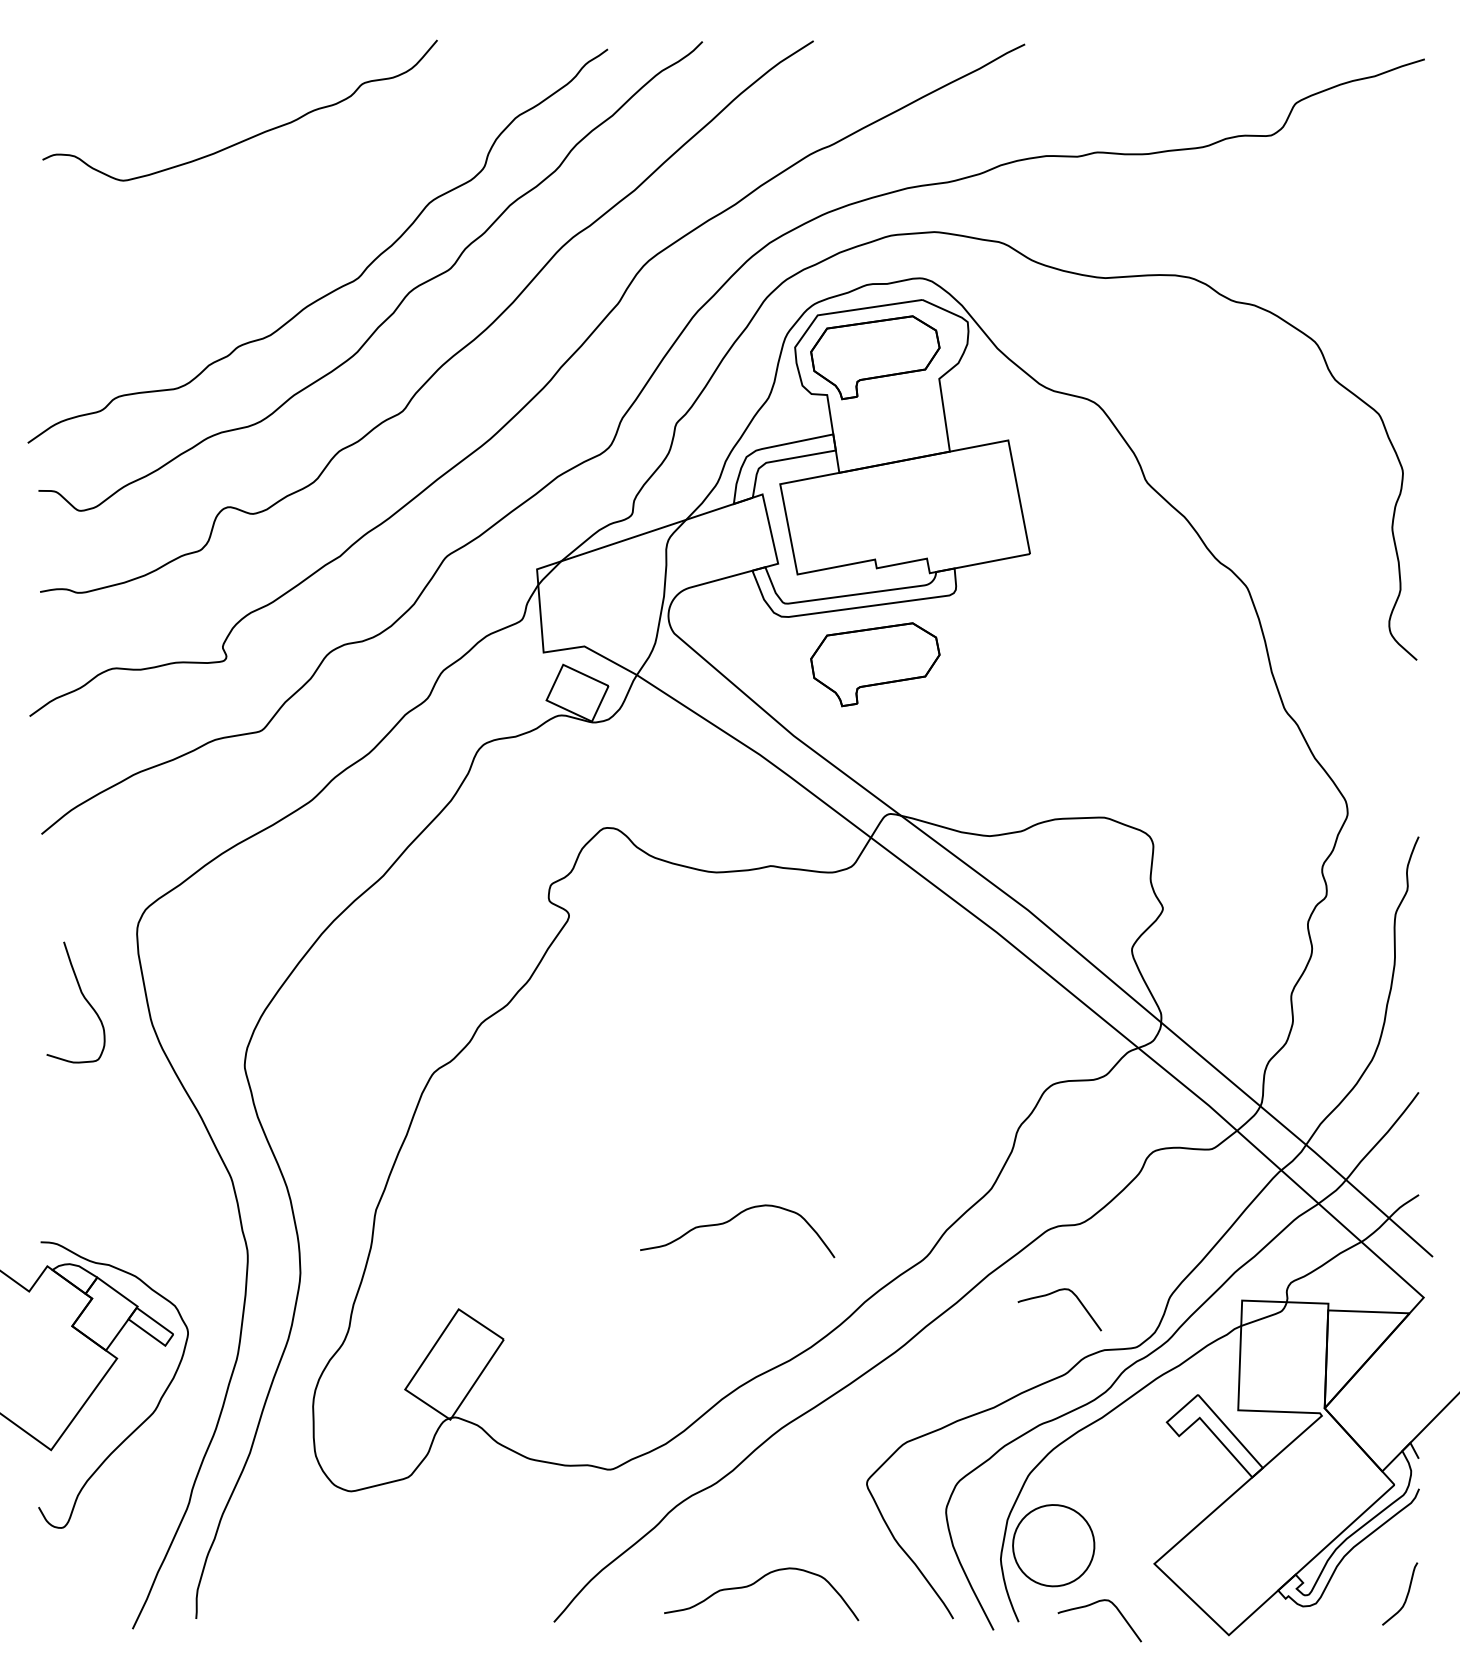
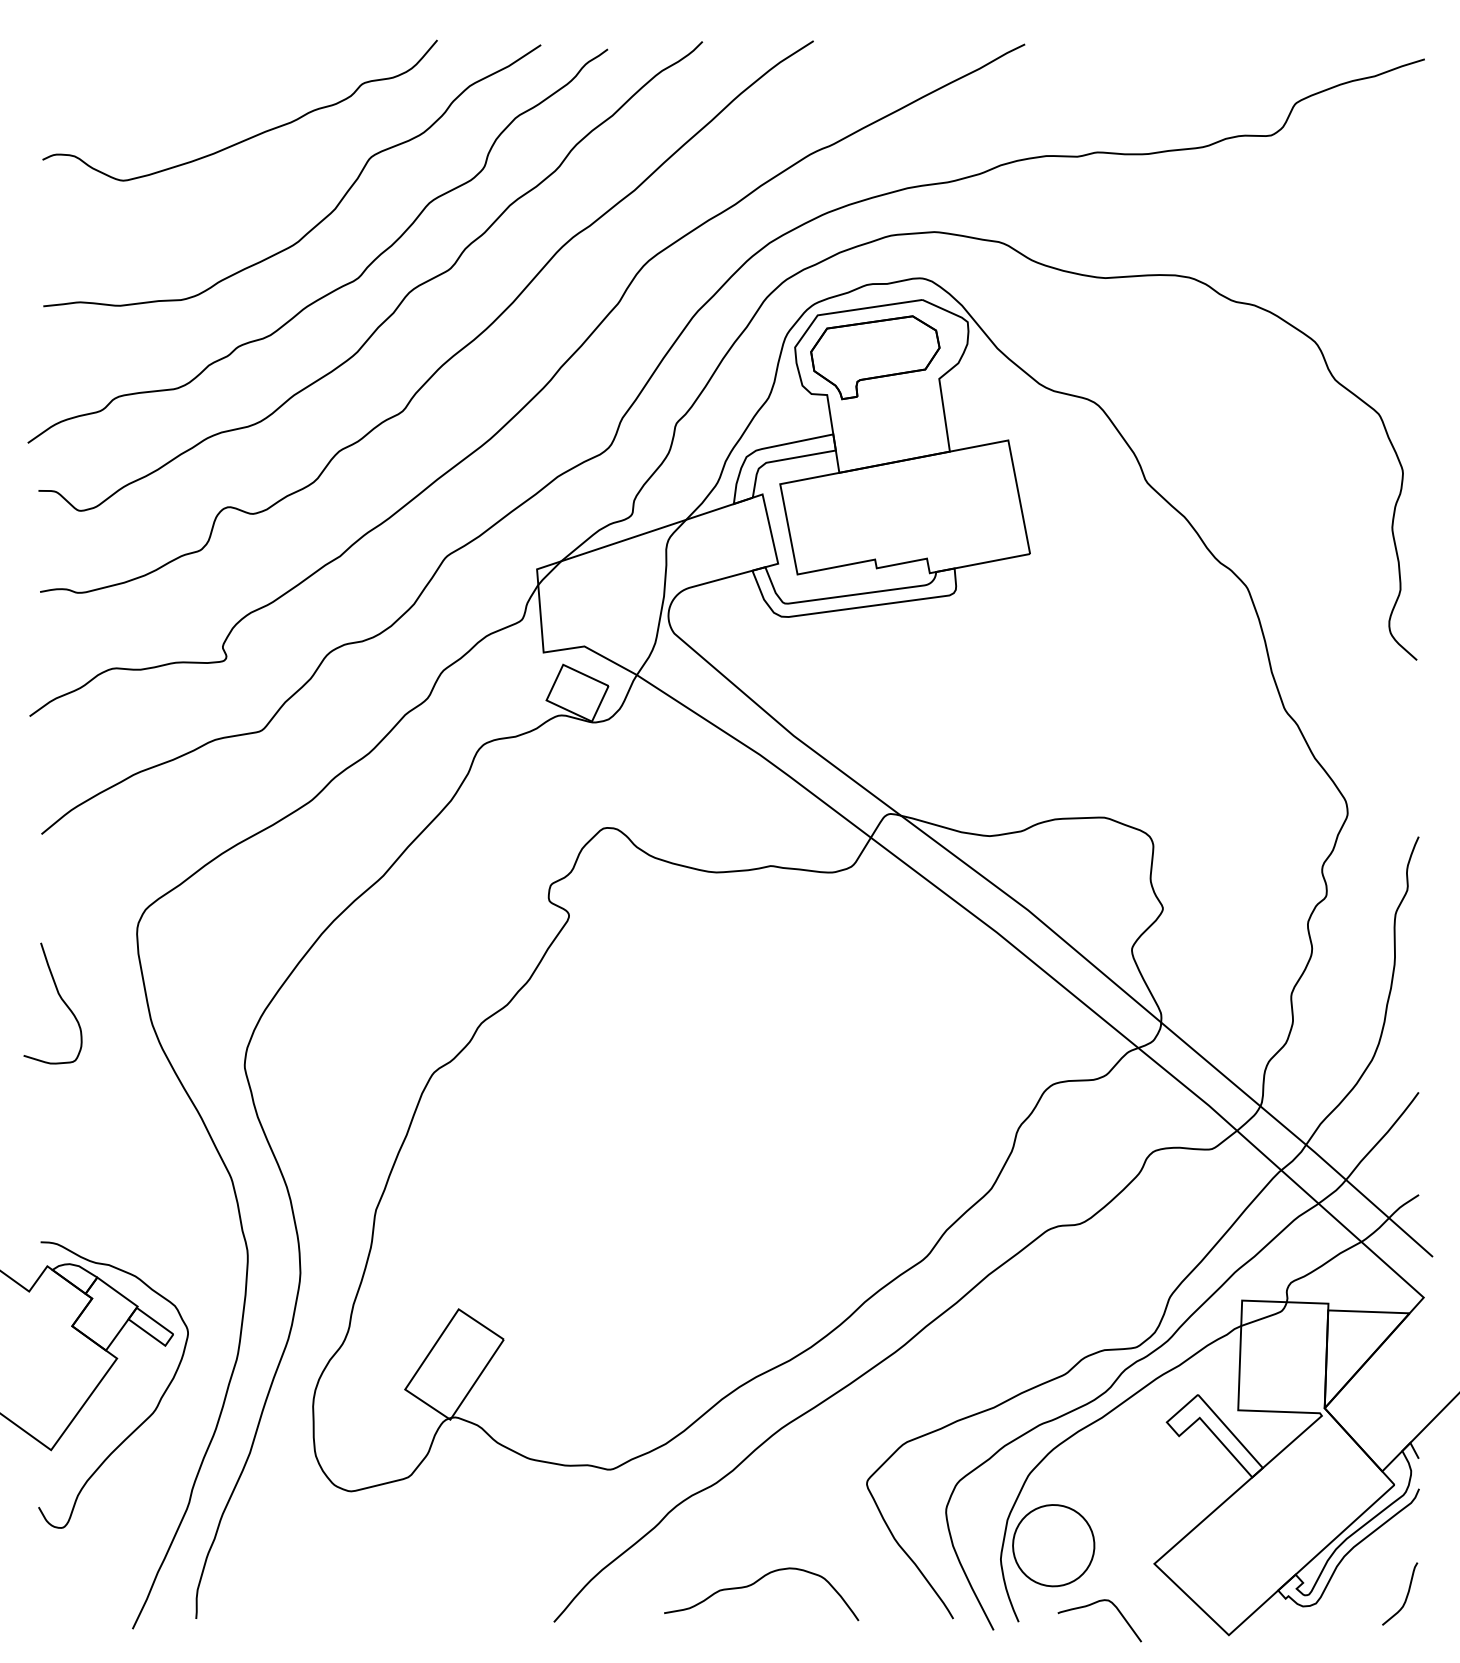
curve at (327, 214): none -> present
part at (875, 664): present -> none
curve at (82, 996) position: (82, 996) -> (59, 997)
curve at (730, 1221): present -> none
curve at (1051, 1294): present -> none
